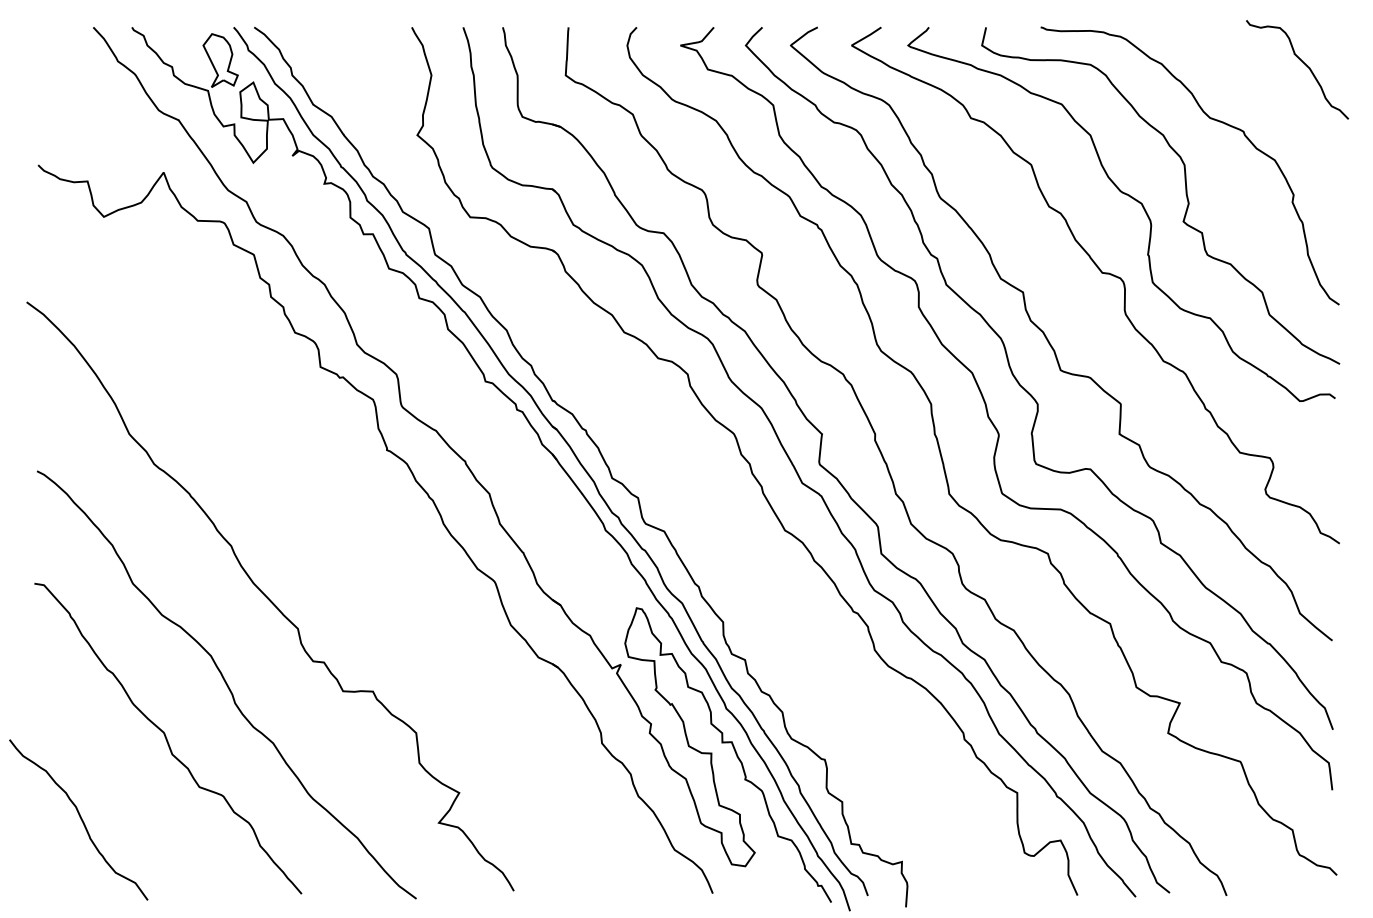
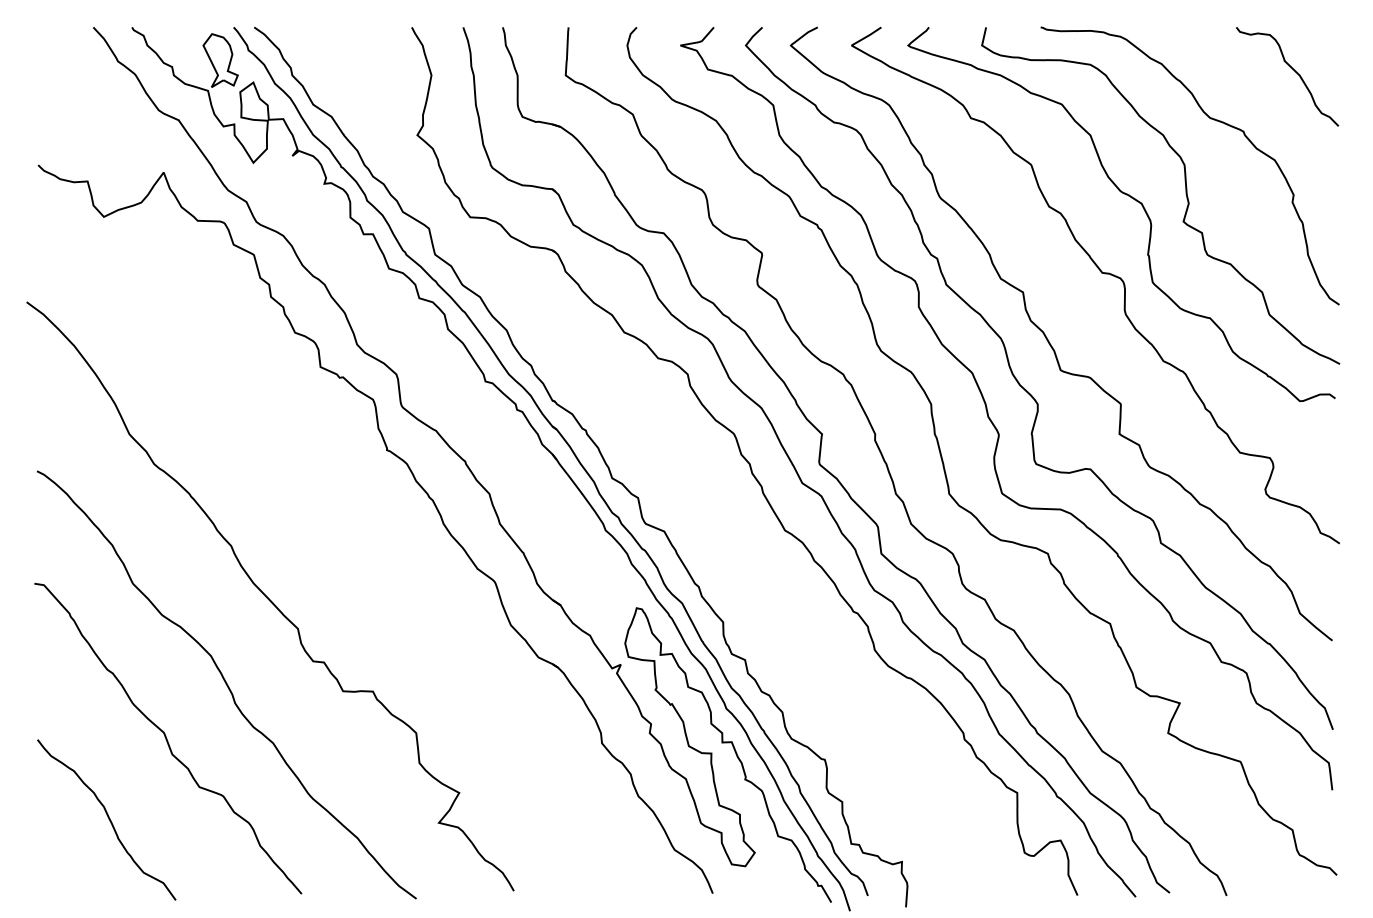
curve at (1303, 63) position: (1303, 63) -> (1293, 70)
curve at (80, 819) position: (80, 819) -> (108, 819)
